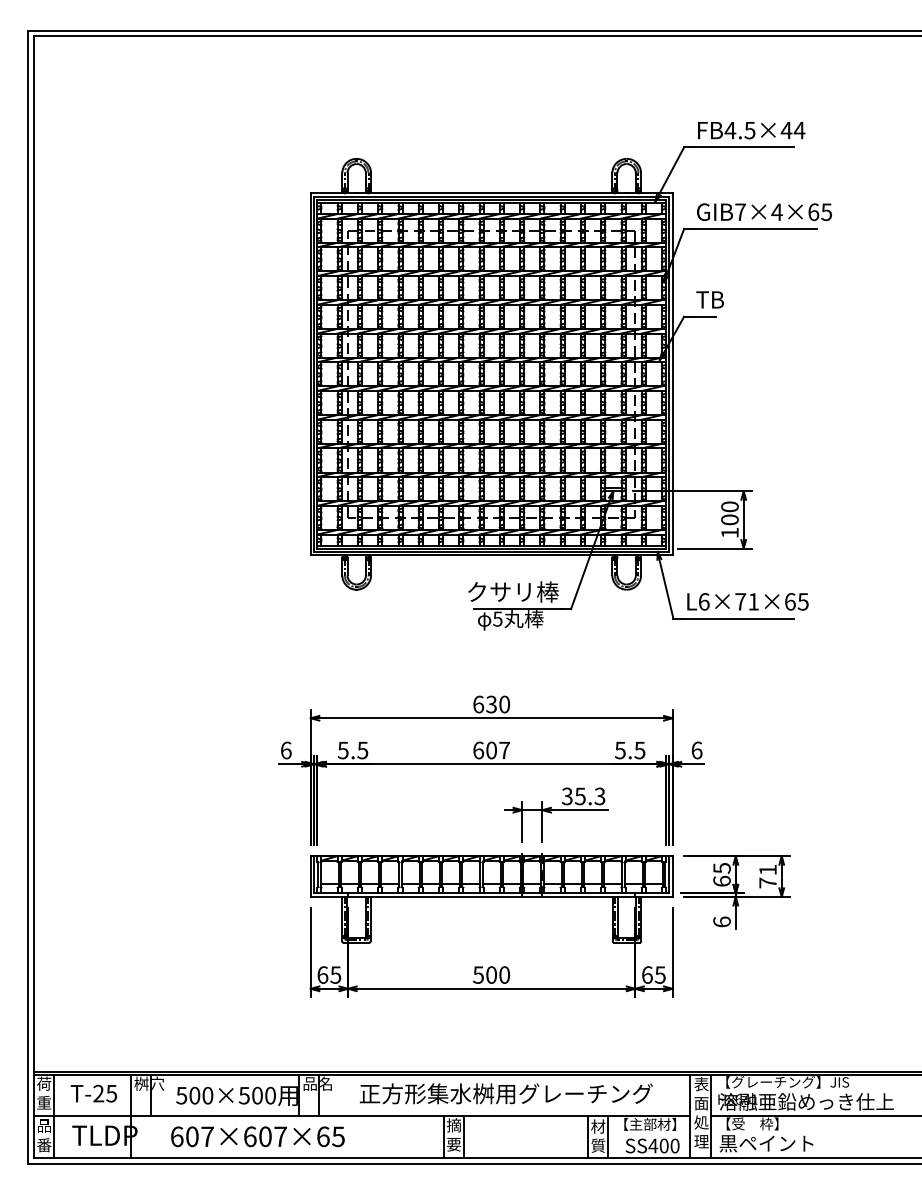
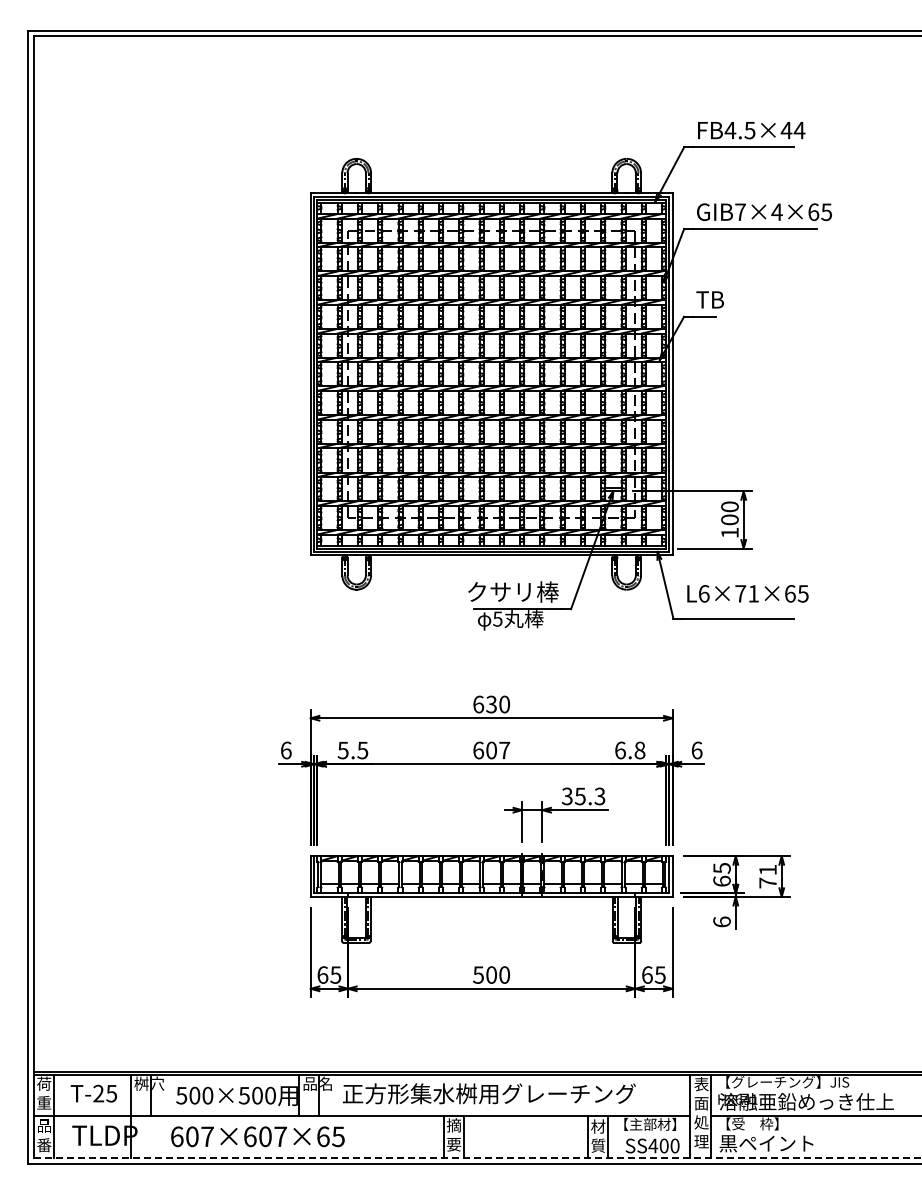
text at (747, 601) position: (747, 601) -> (747, 593)
text at (629, 750): 5.5 -> 6.8
text at (505, 1093) position: (505, 1093) -> (488, 1093)
line at (477, 1158): solid -> dashed
